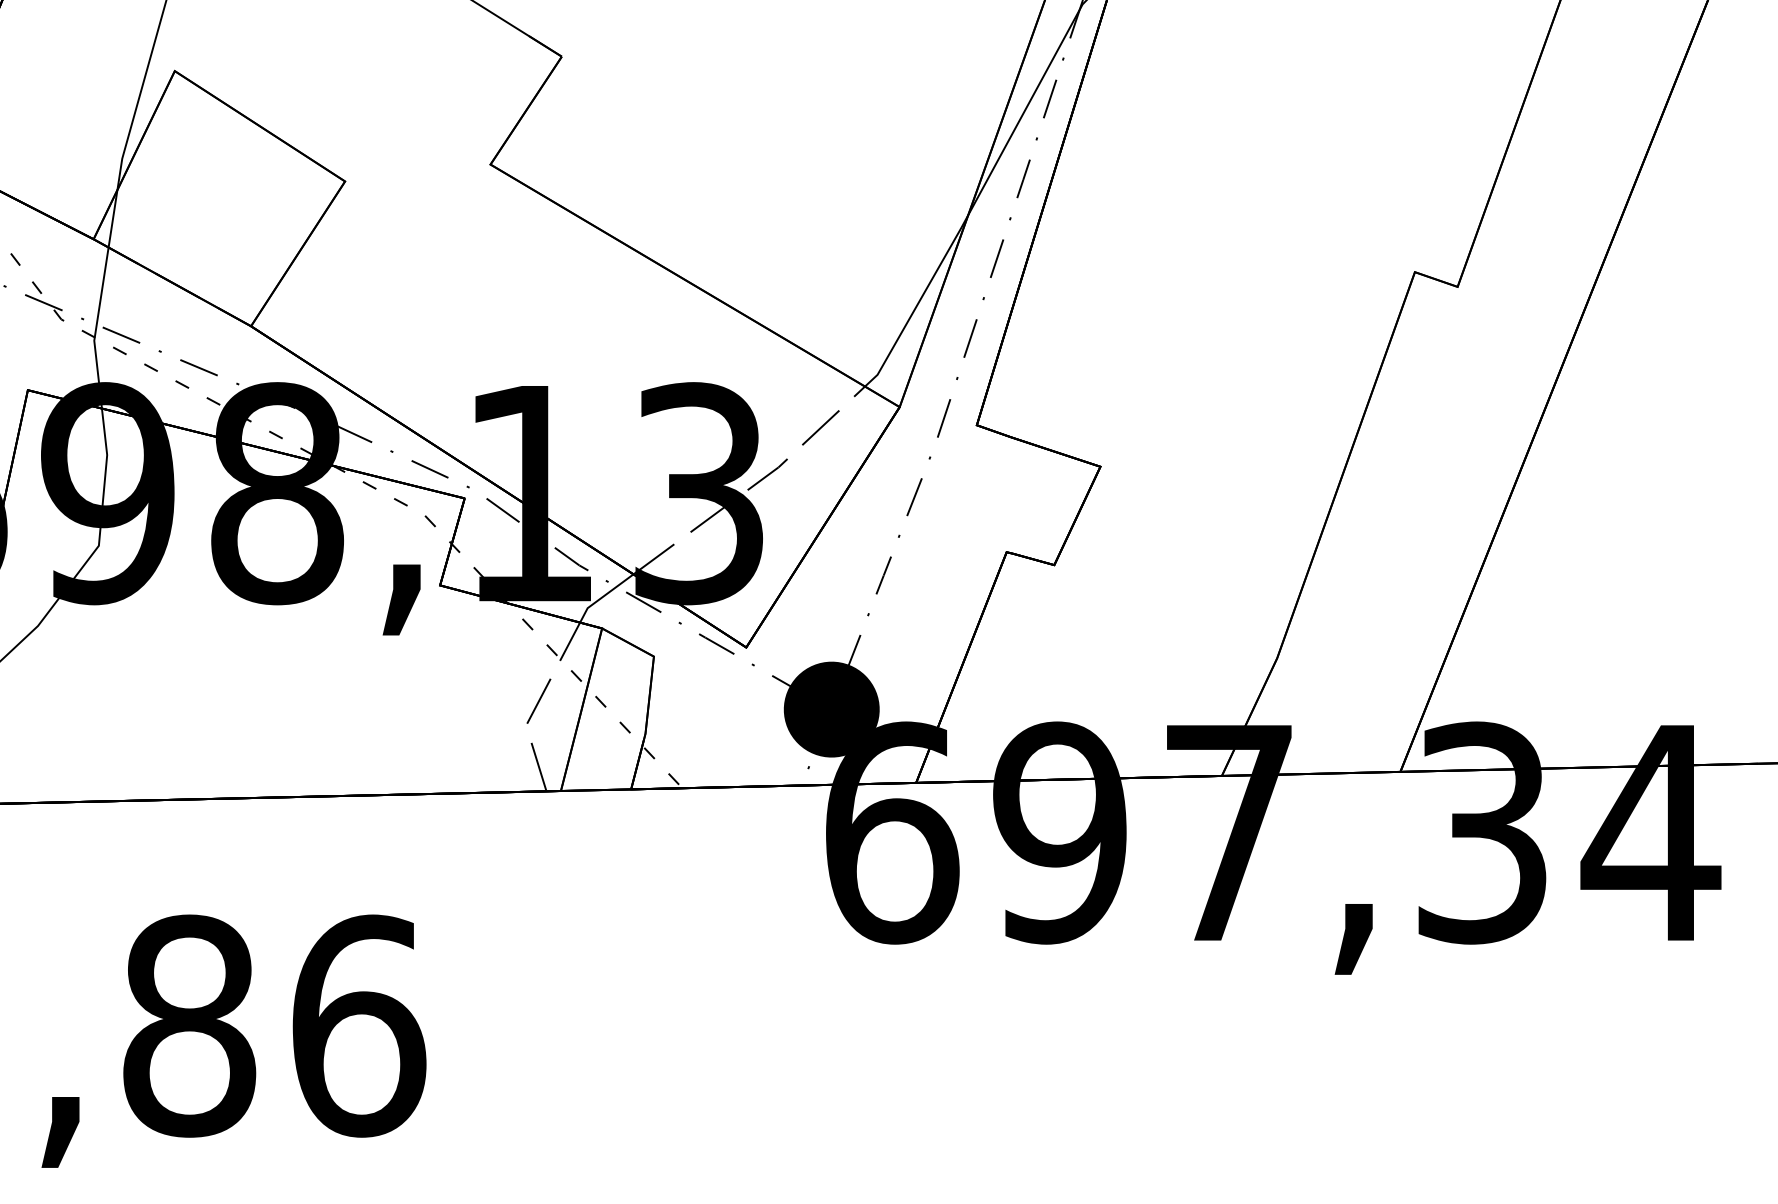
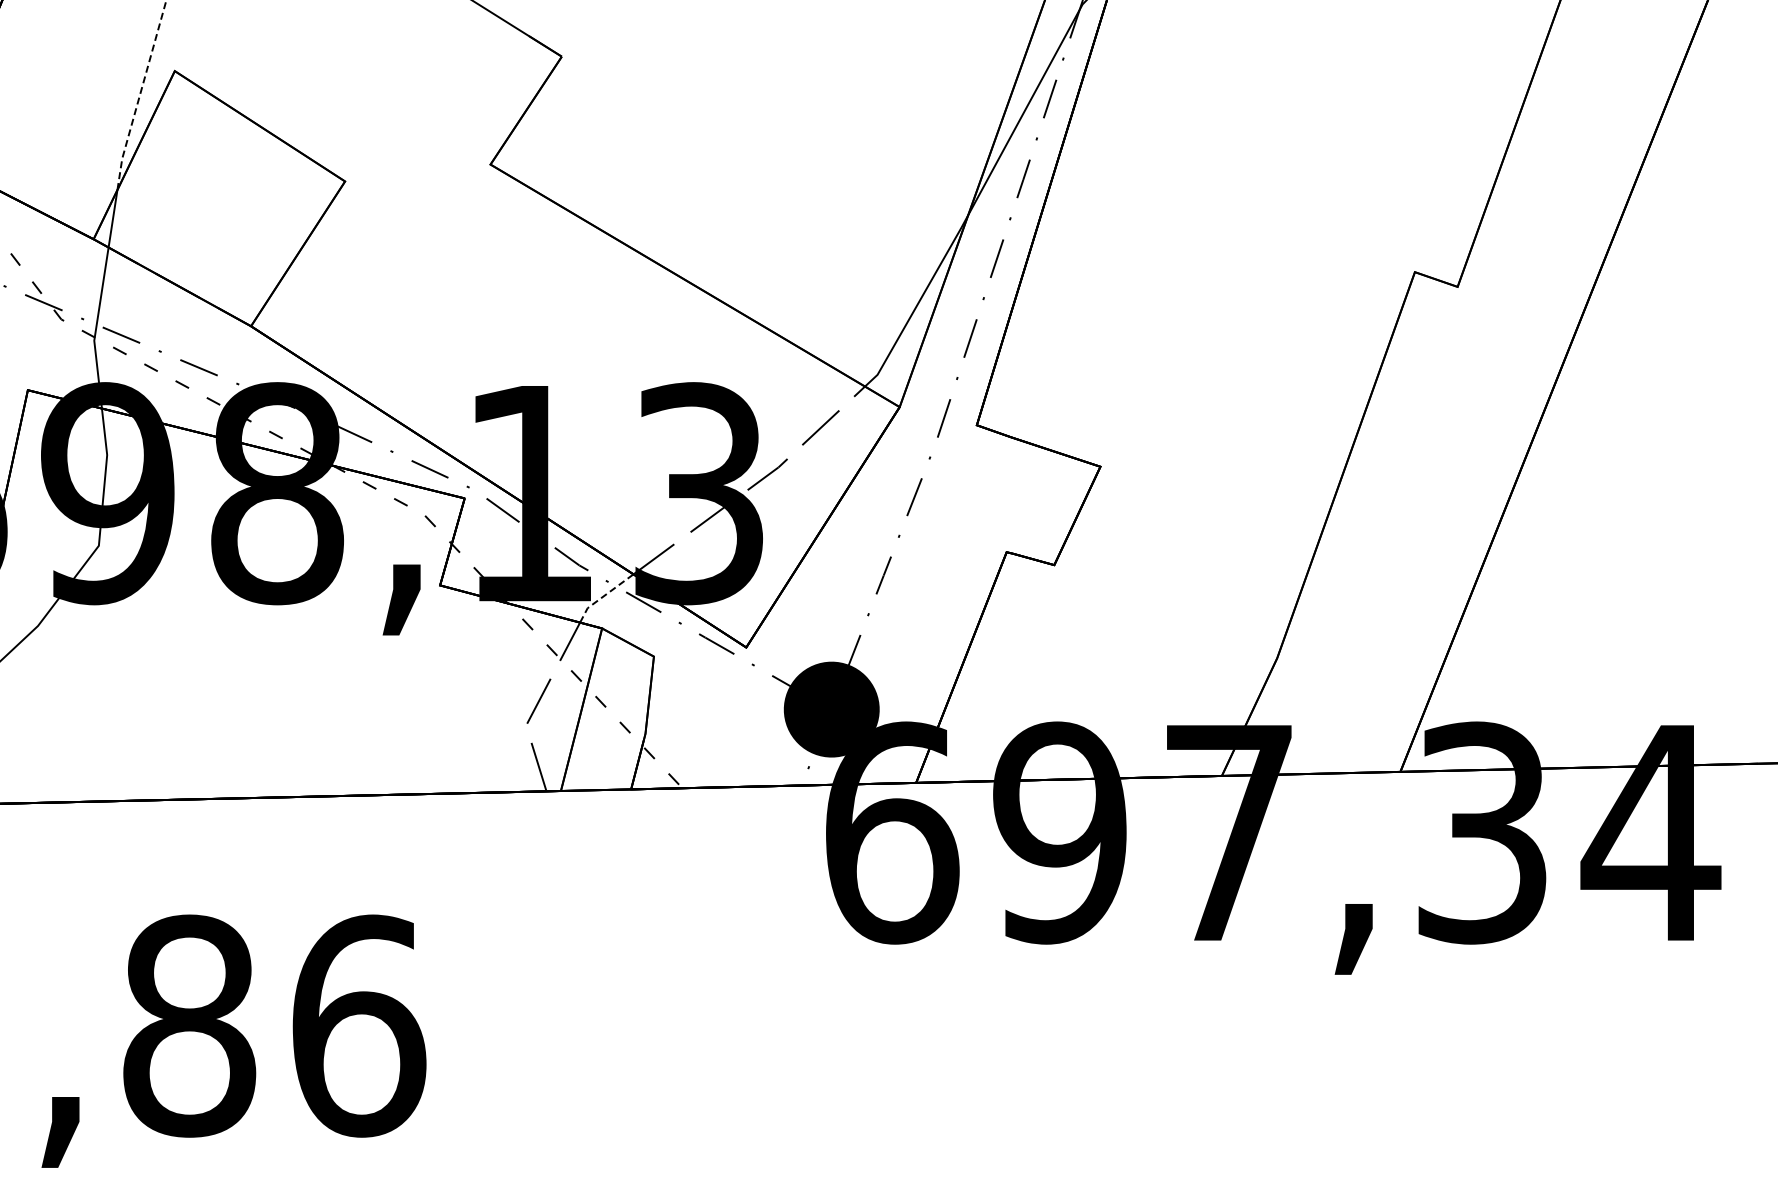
line at (139, 95): solid -> dashed
line at (603, 596): solid -> dashed
